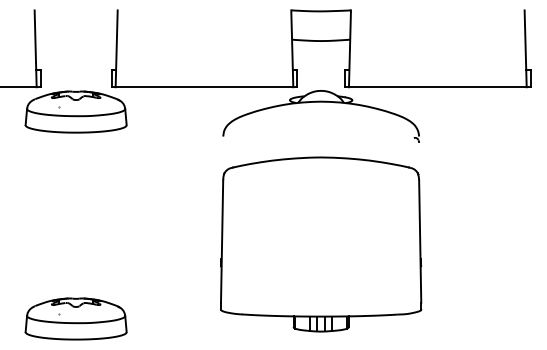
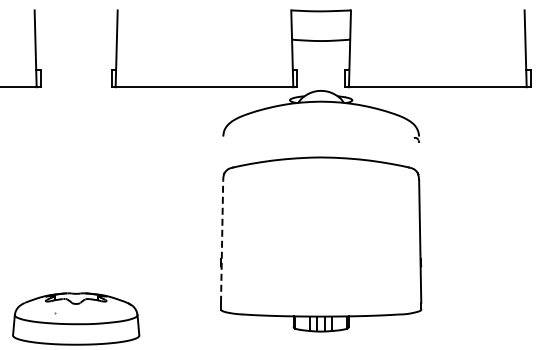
part at (75, 111): present -> none
line at (222, 241): solid -> dashed
part at (75, 318) size: 104x44 px -> 129x54 px
